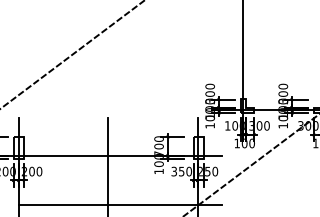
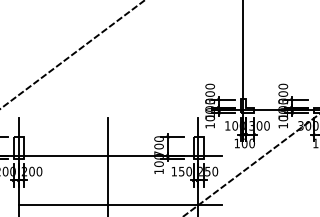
text at (173, 171): 350 -> 150
